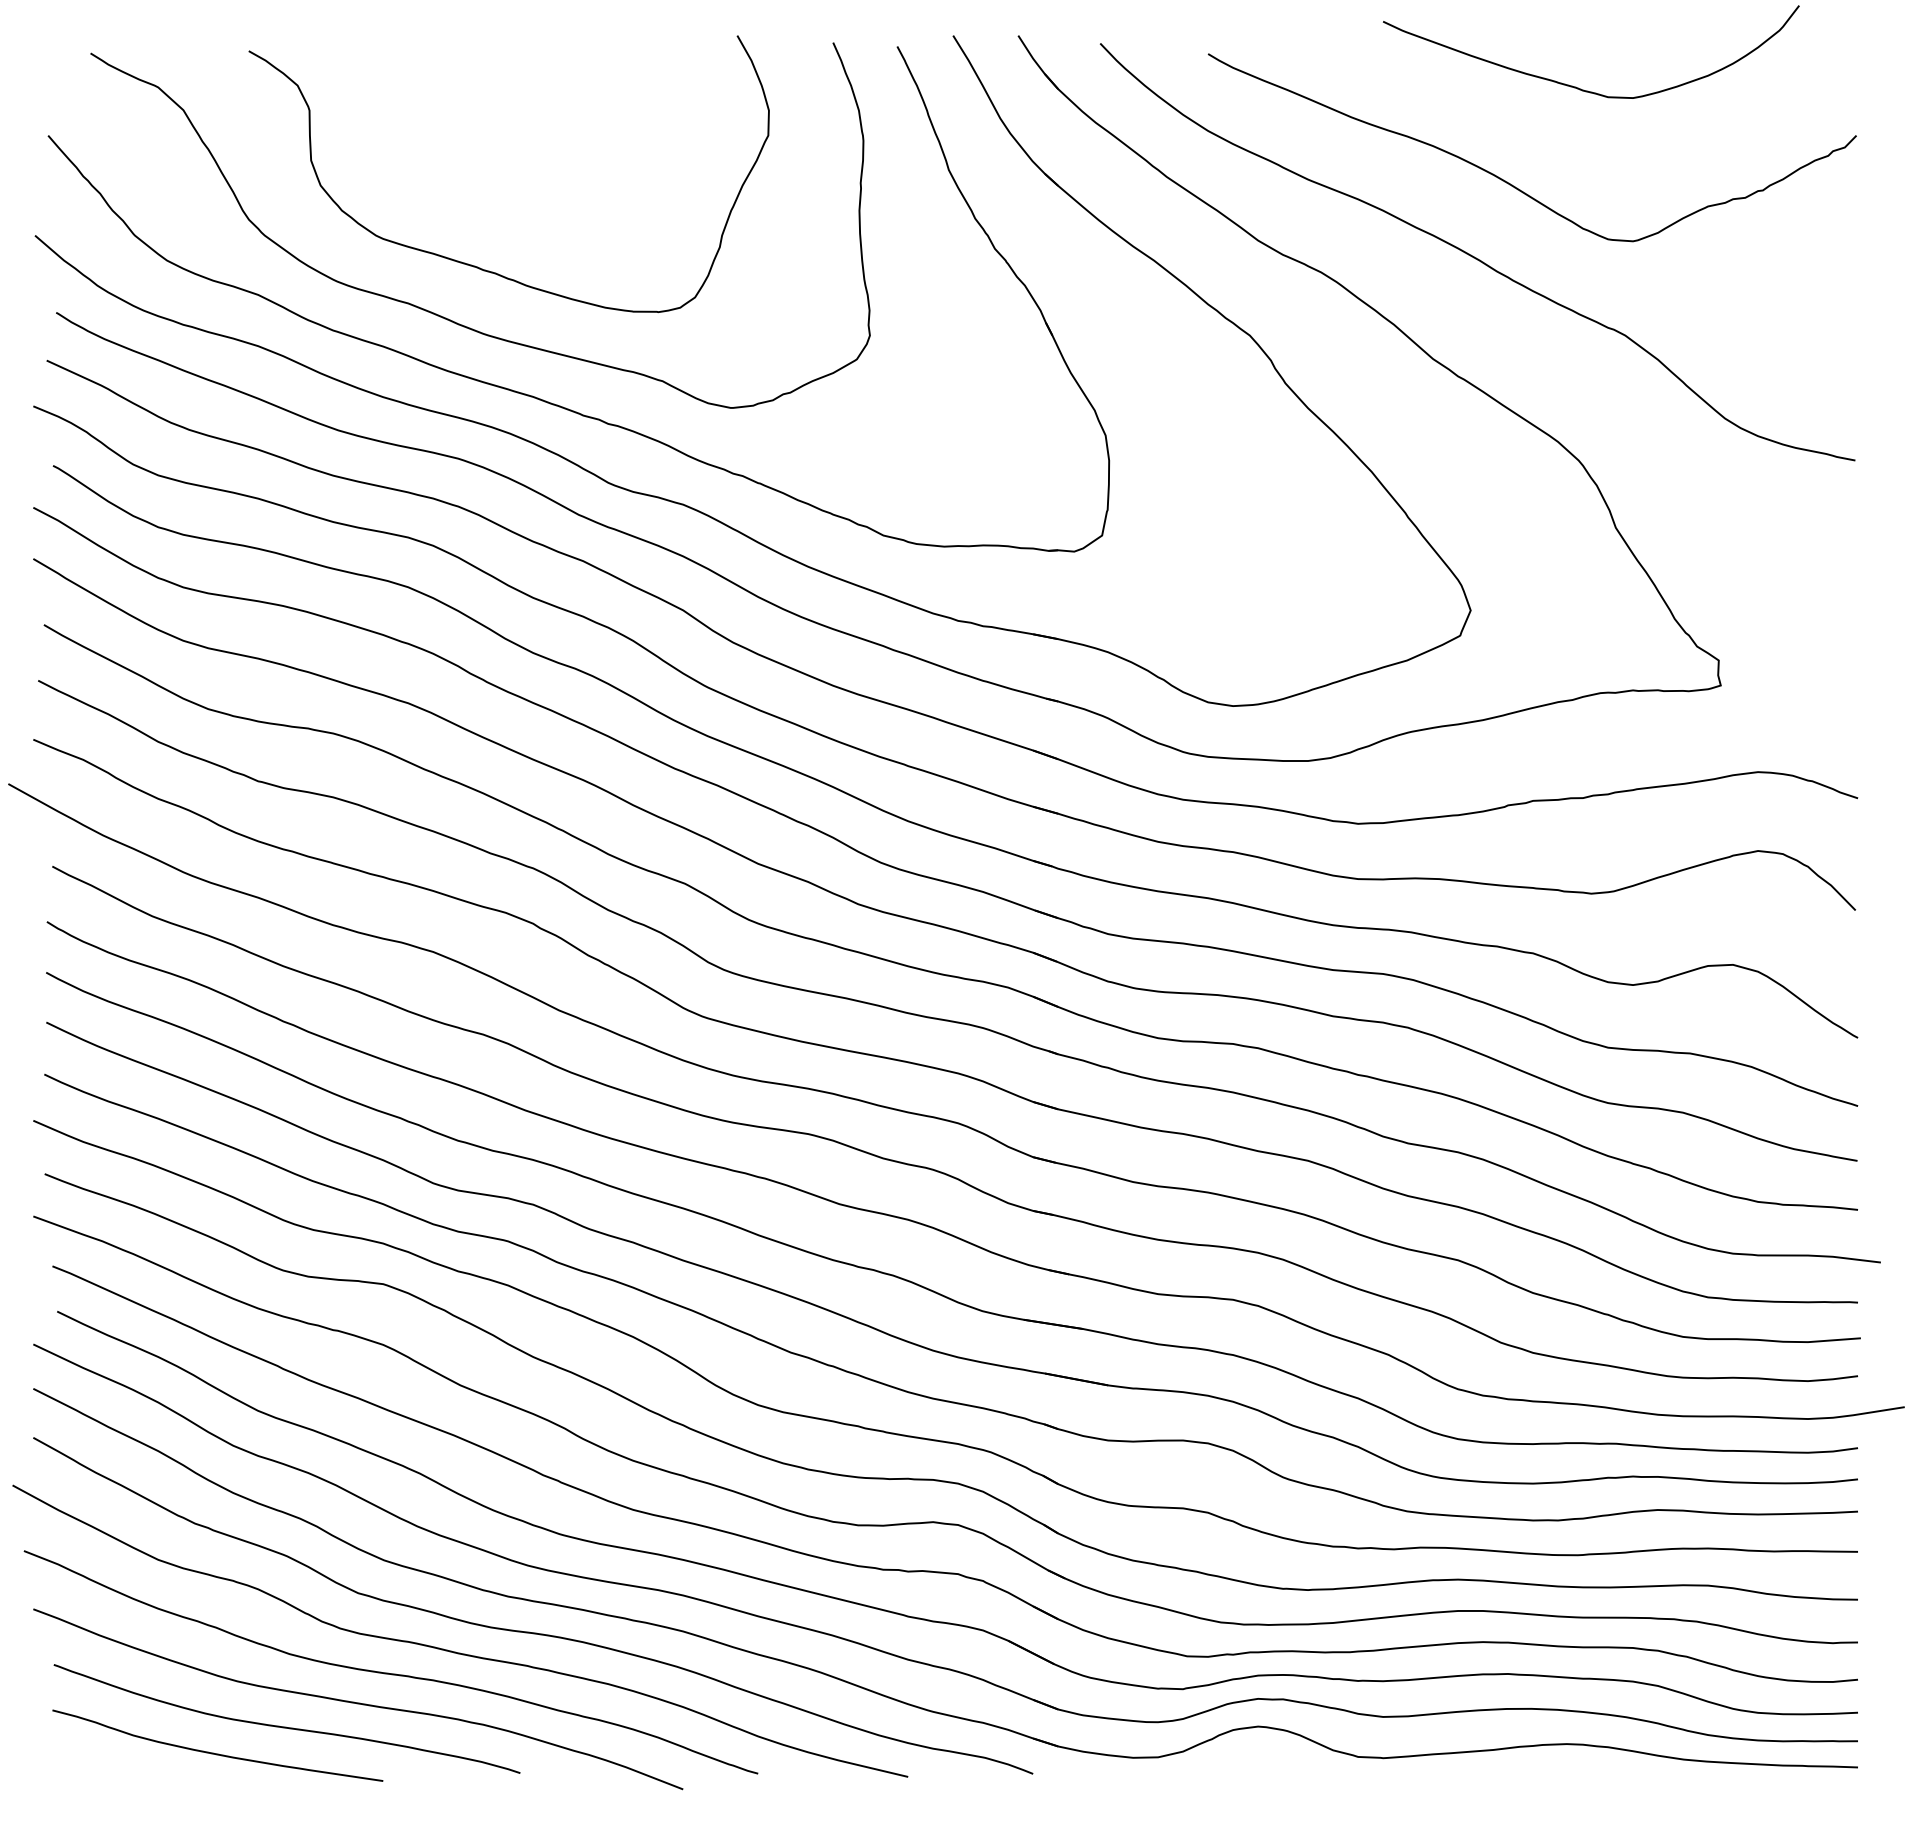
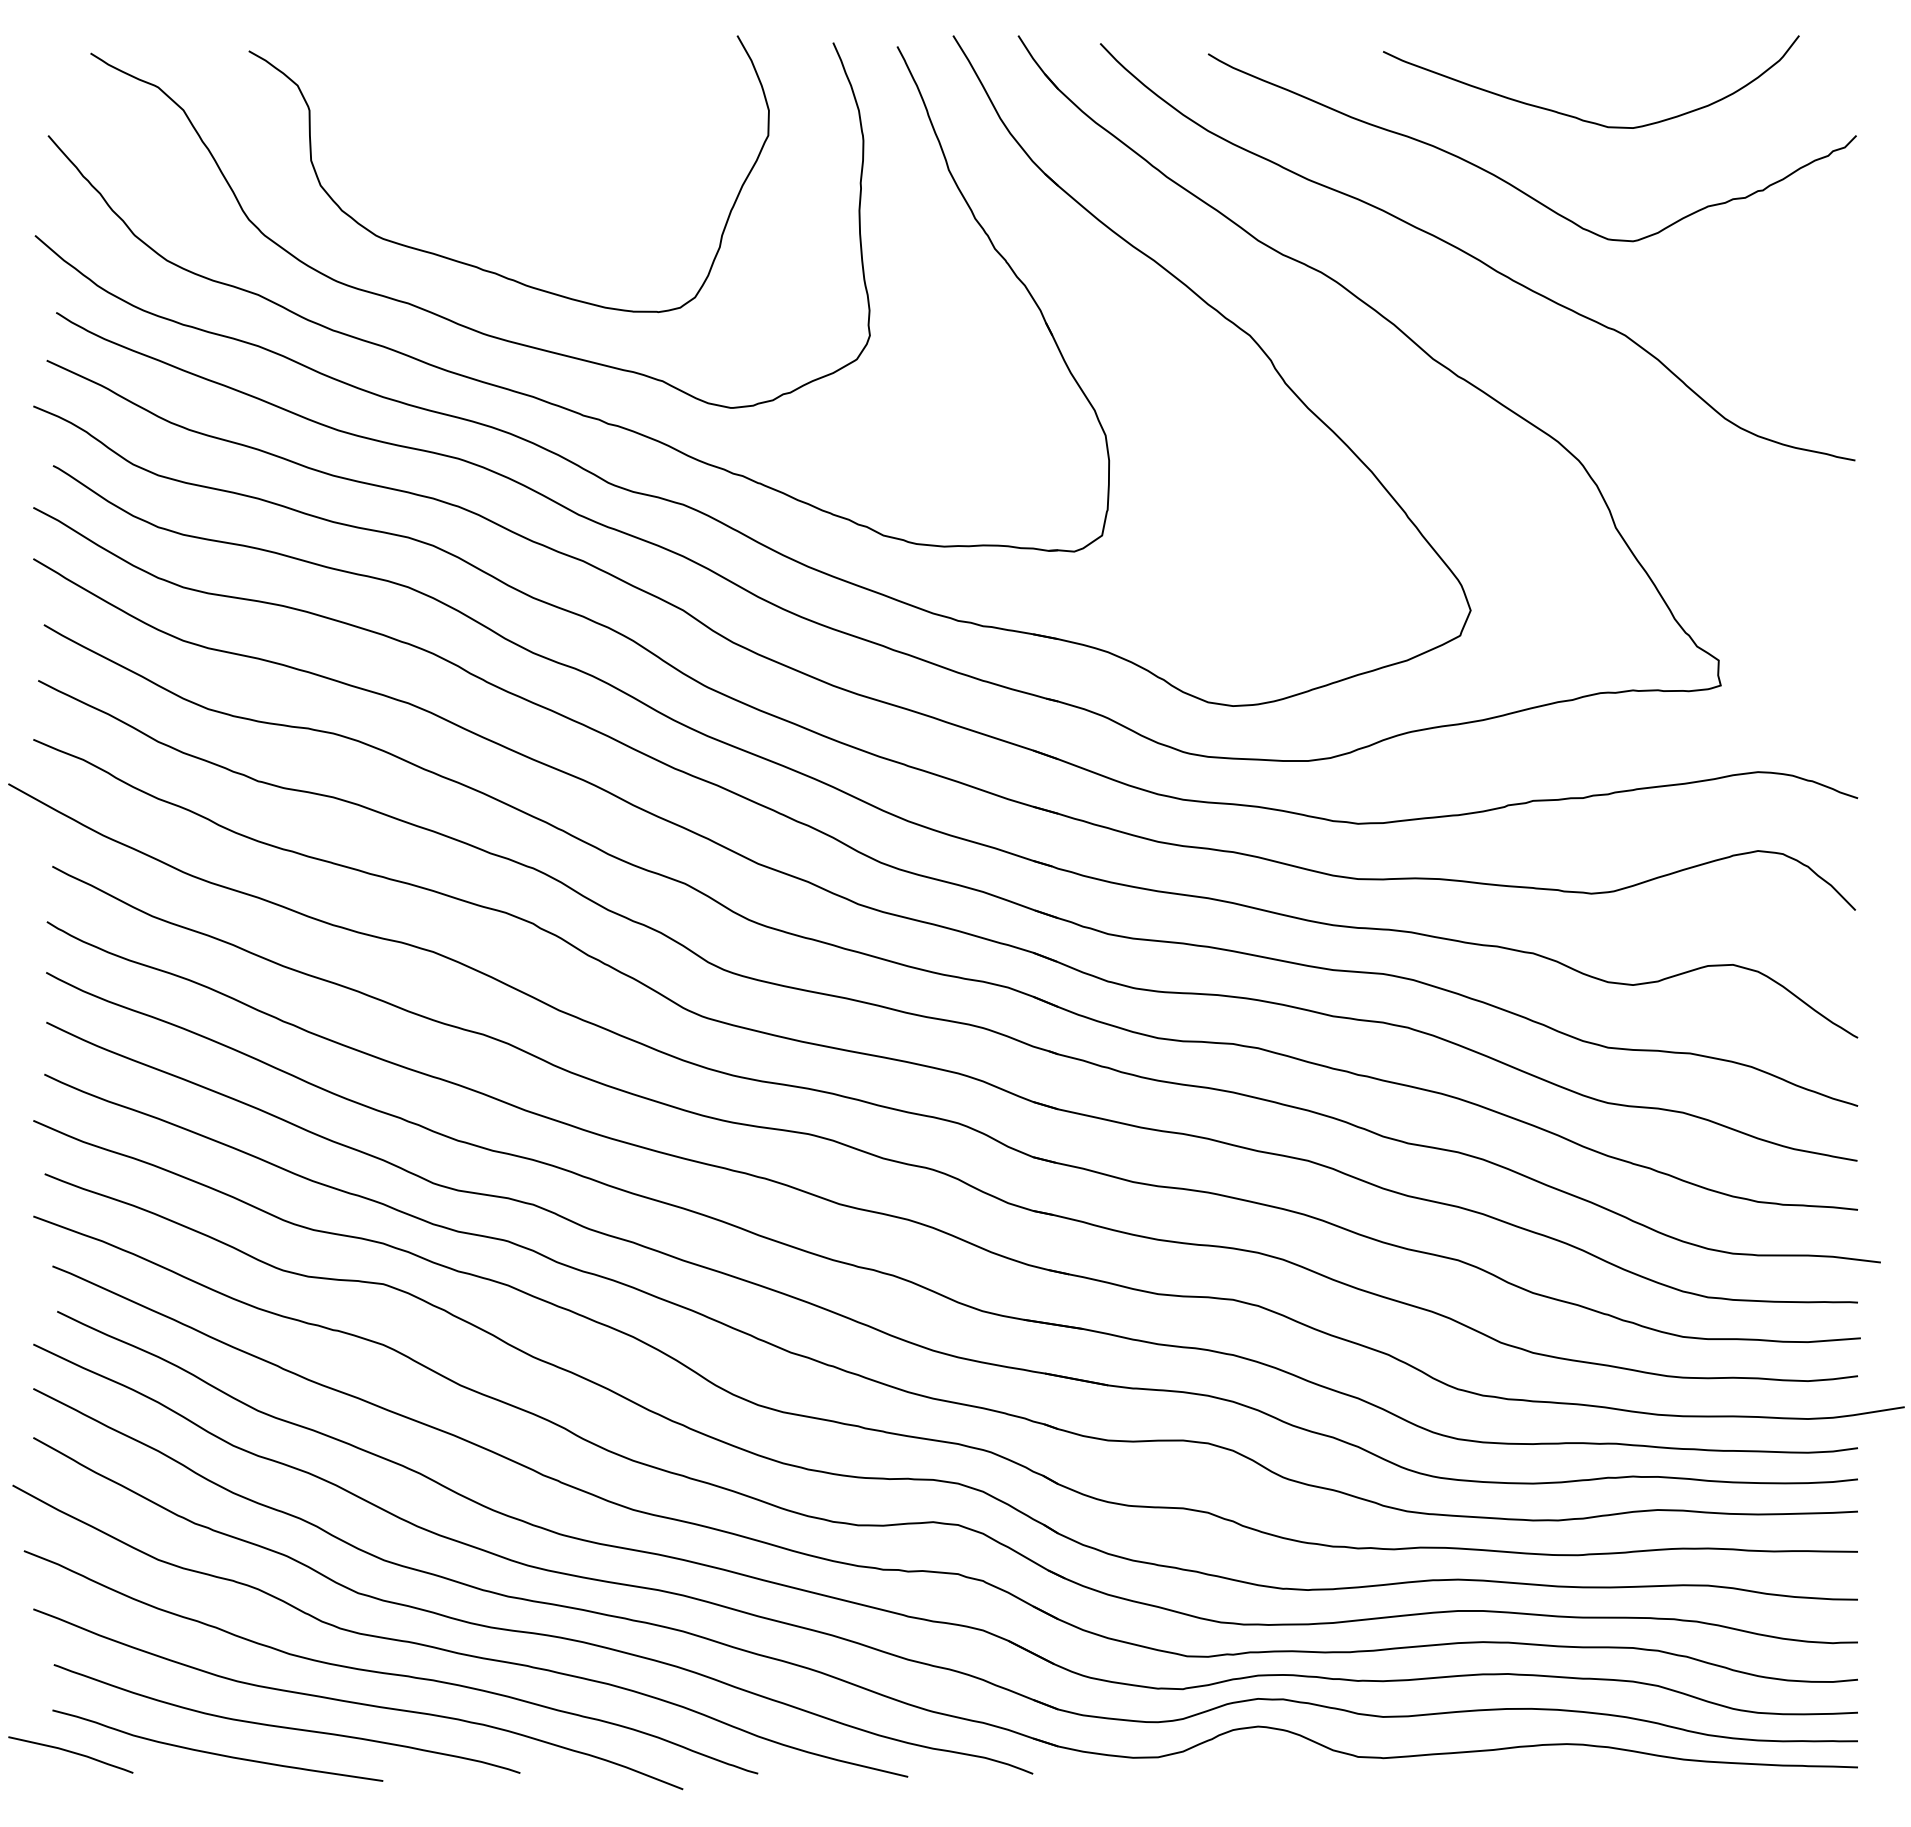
curve at (1578, 87) position: (1578, 87) -> (1578, 117)
curve at (70, 1752): none -> present
